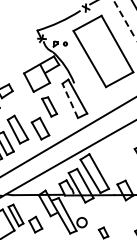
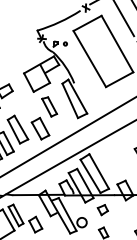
line at (123, 18): dashed -> solid
line at (70, 100): dashed -> solid
part at (102, 210): none -> present
